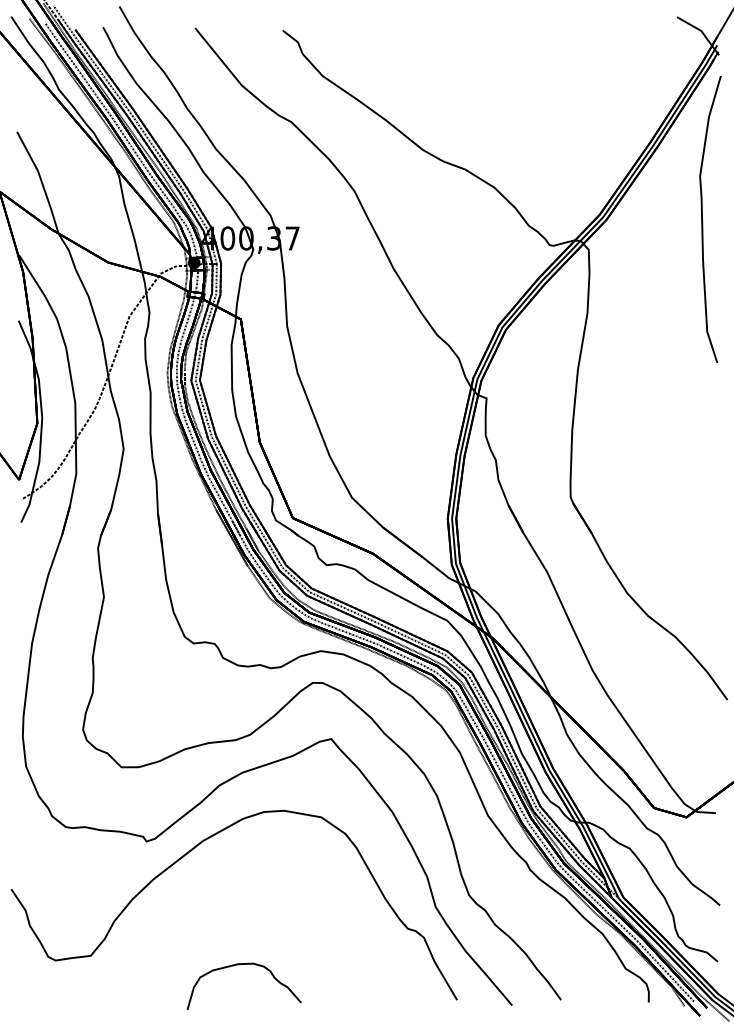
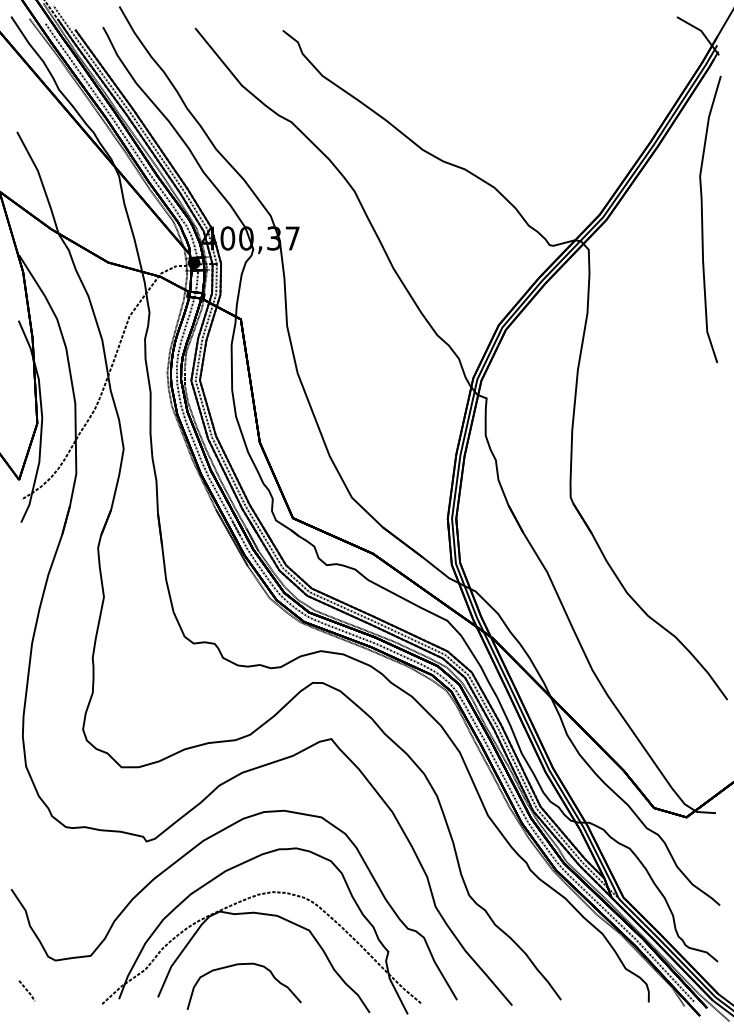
part at (265, 915): none -> present
line at (26, 990): none -> present
